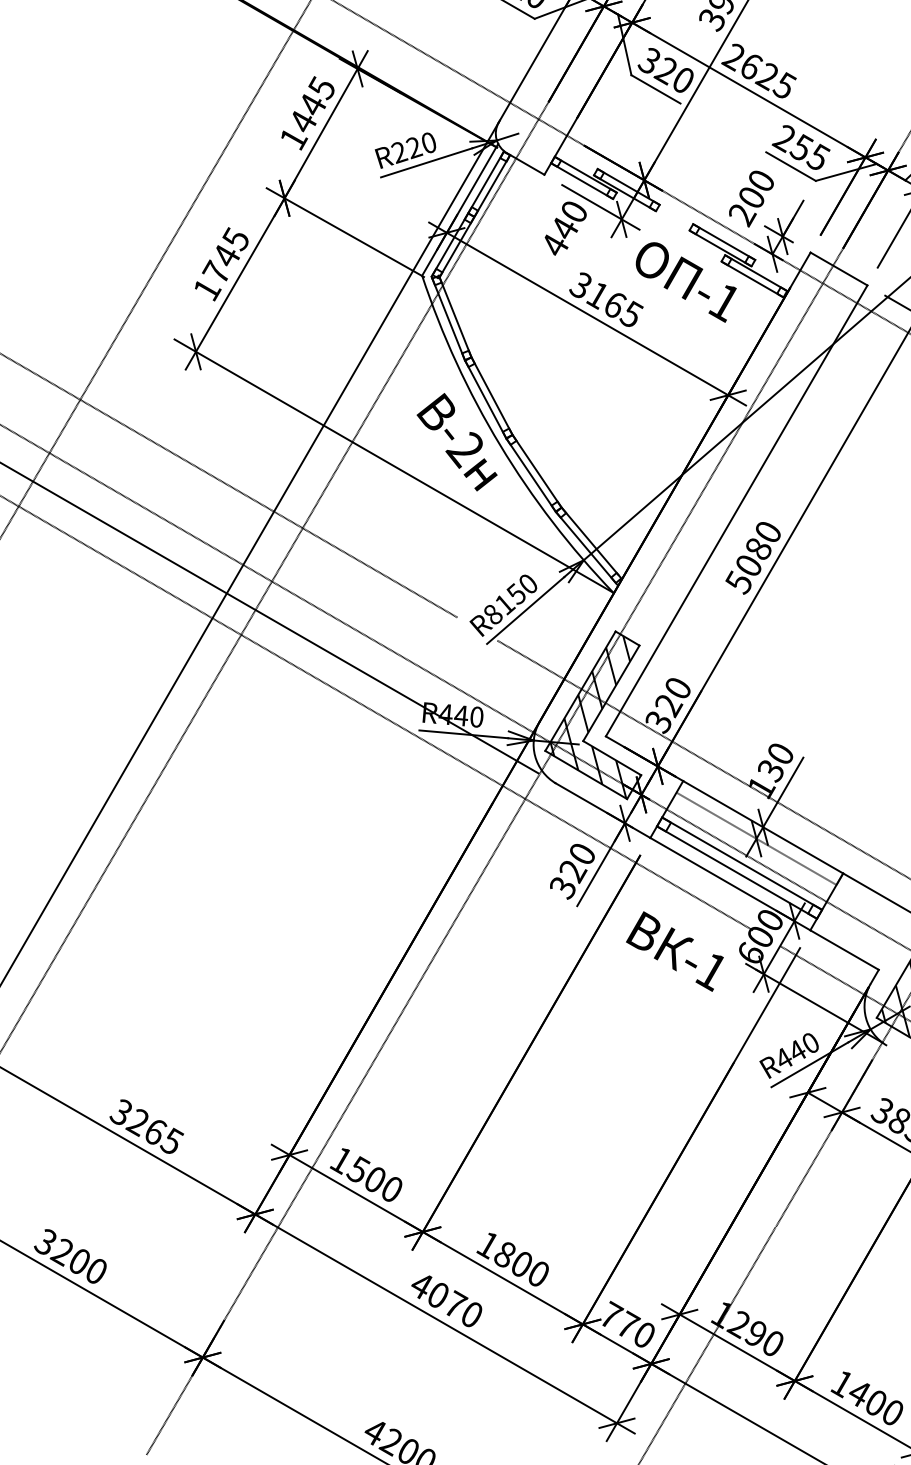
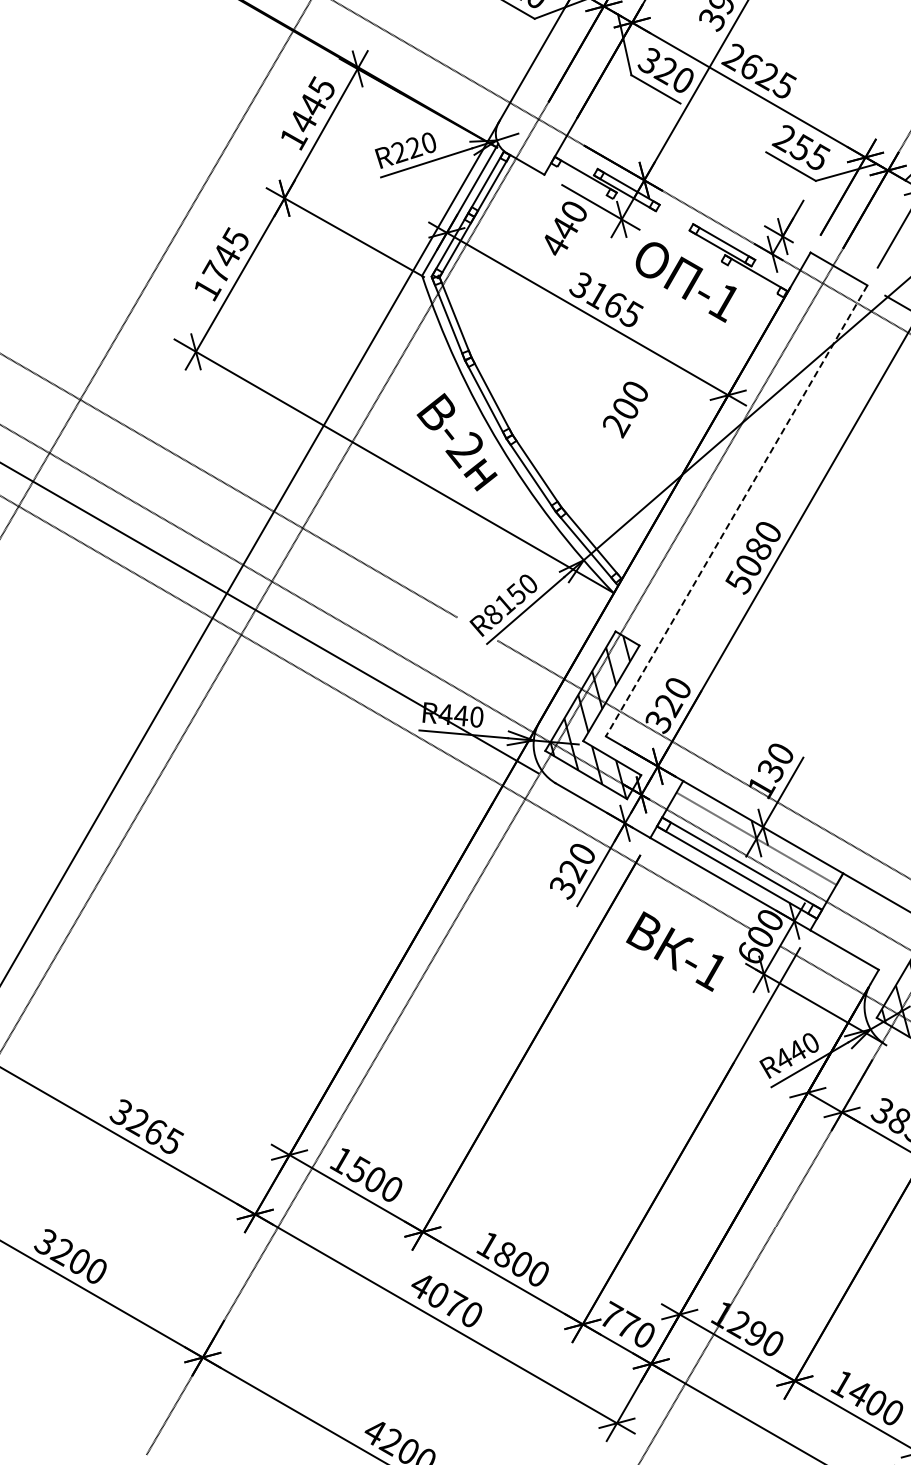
line at (582, 181): present -> none
text at (751, 198) position: (751, 198) -> (625, 409)
line at (752, 279): present -> none
line at (736, 510): solid -> dashed
